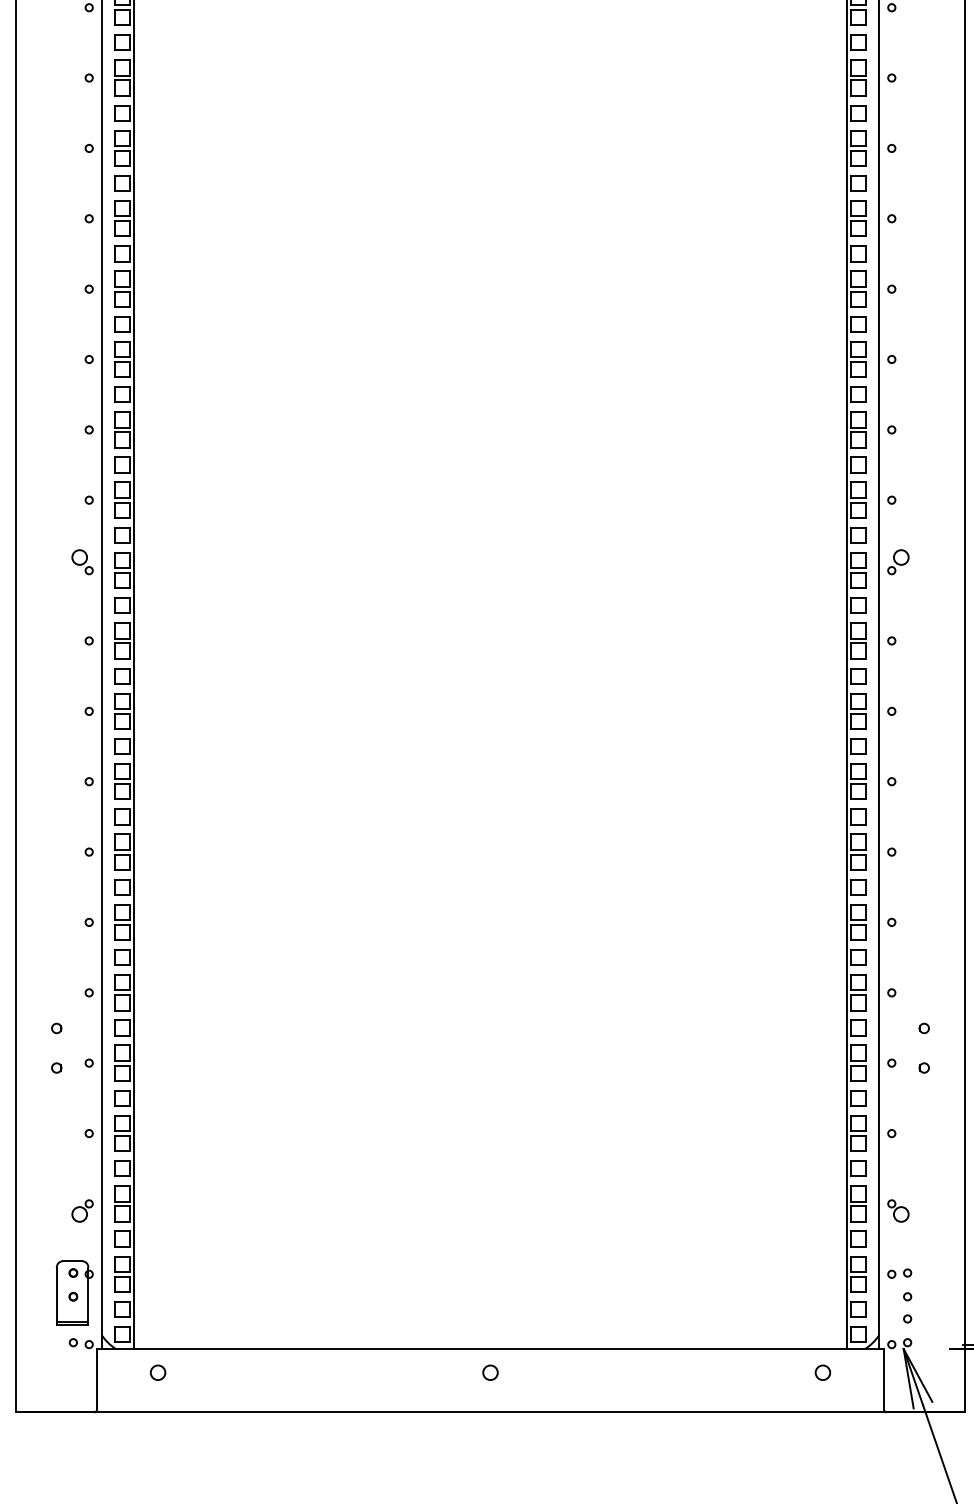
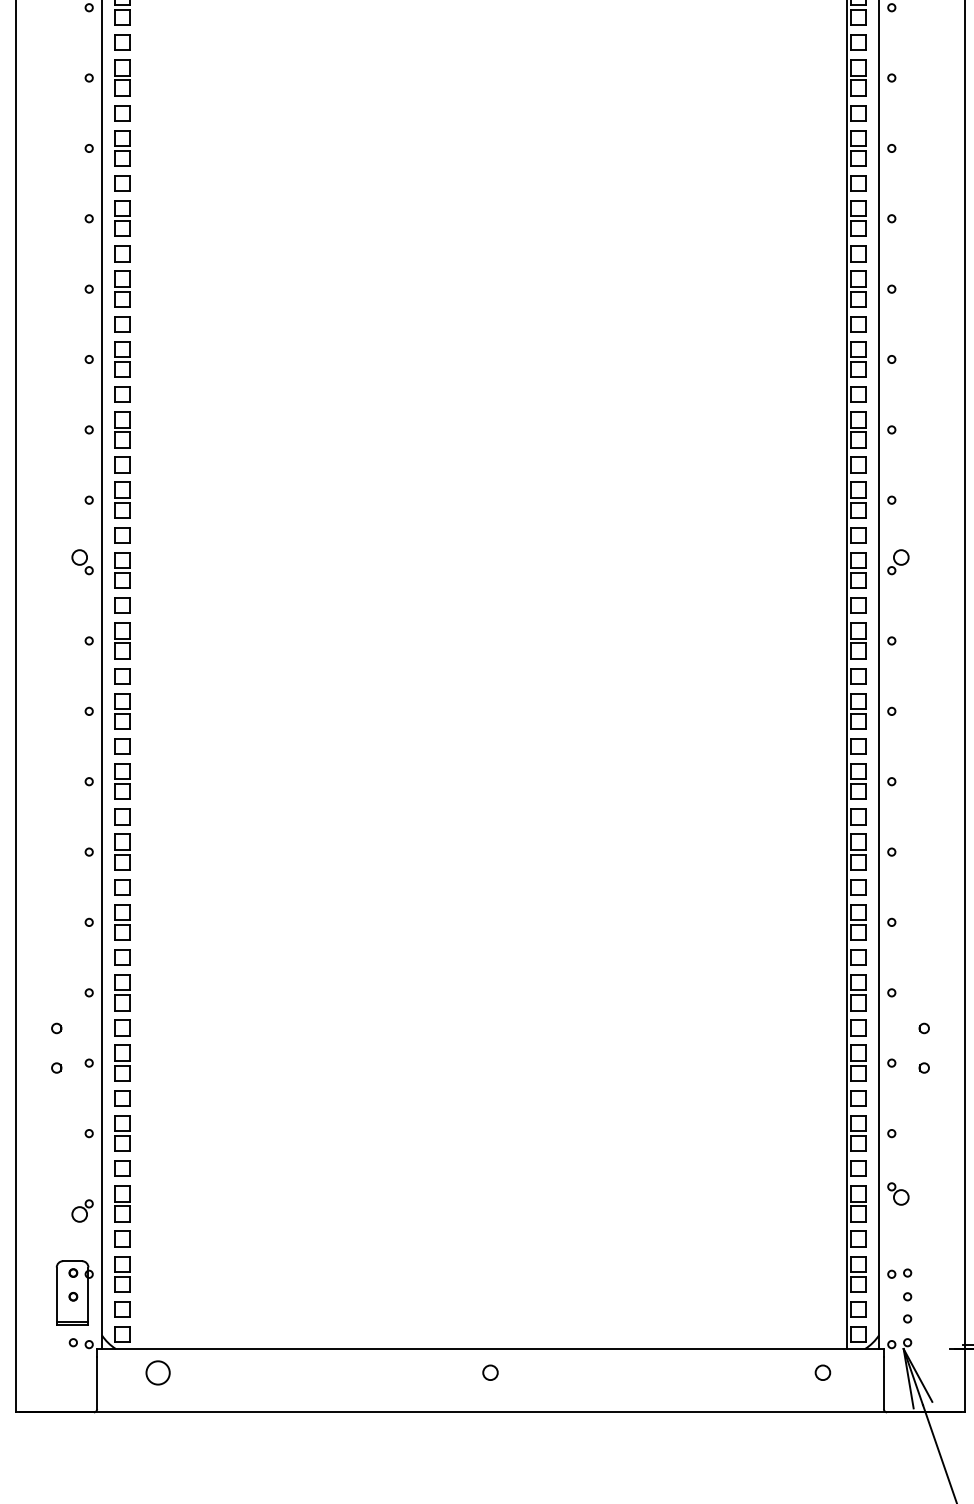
line at (133, 675): present -> none
part at (898, 1210) position: (898, 1210) -> (898, 1193)
circle at (157, 1372) size: 18x17 px -> 26x26 px
